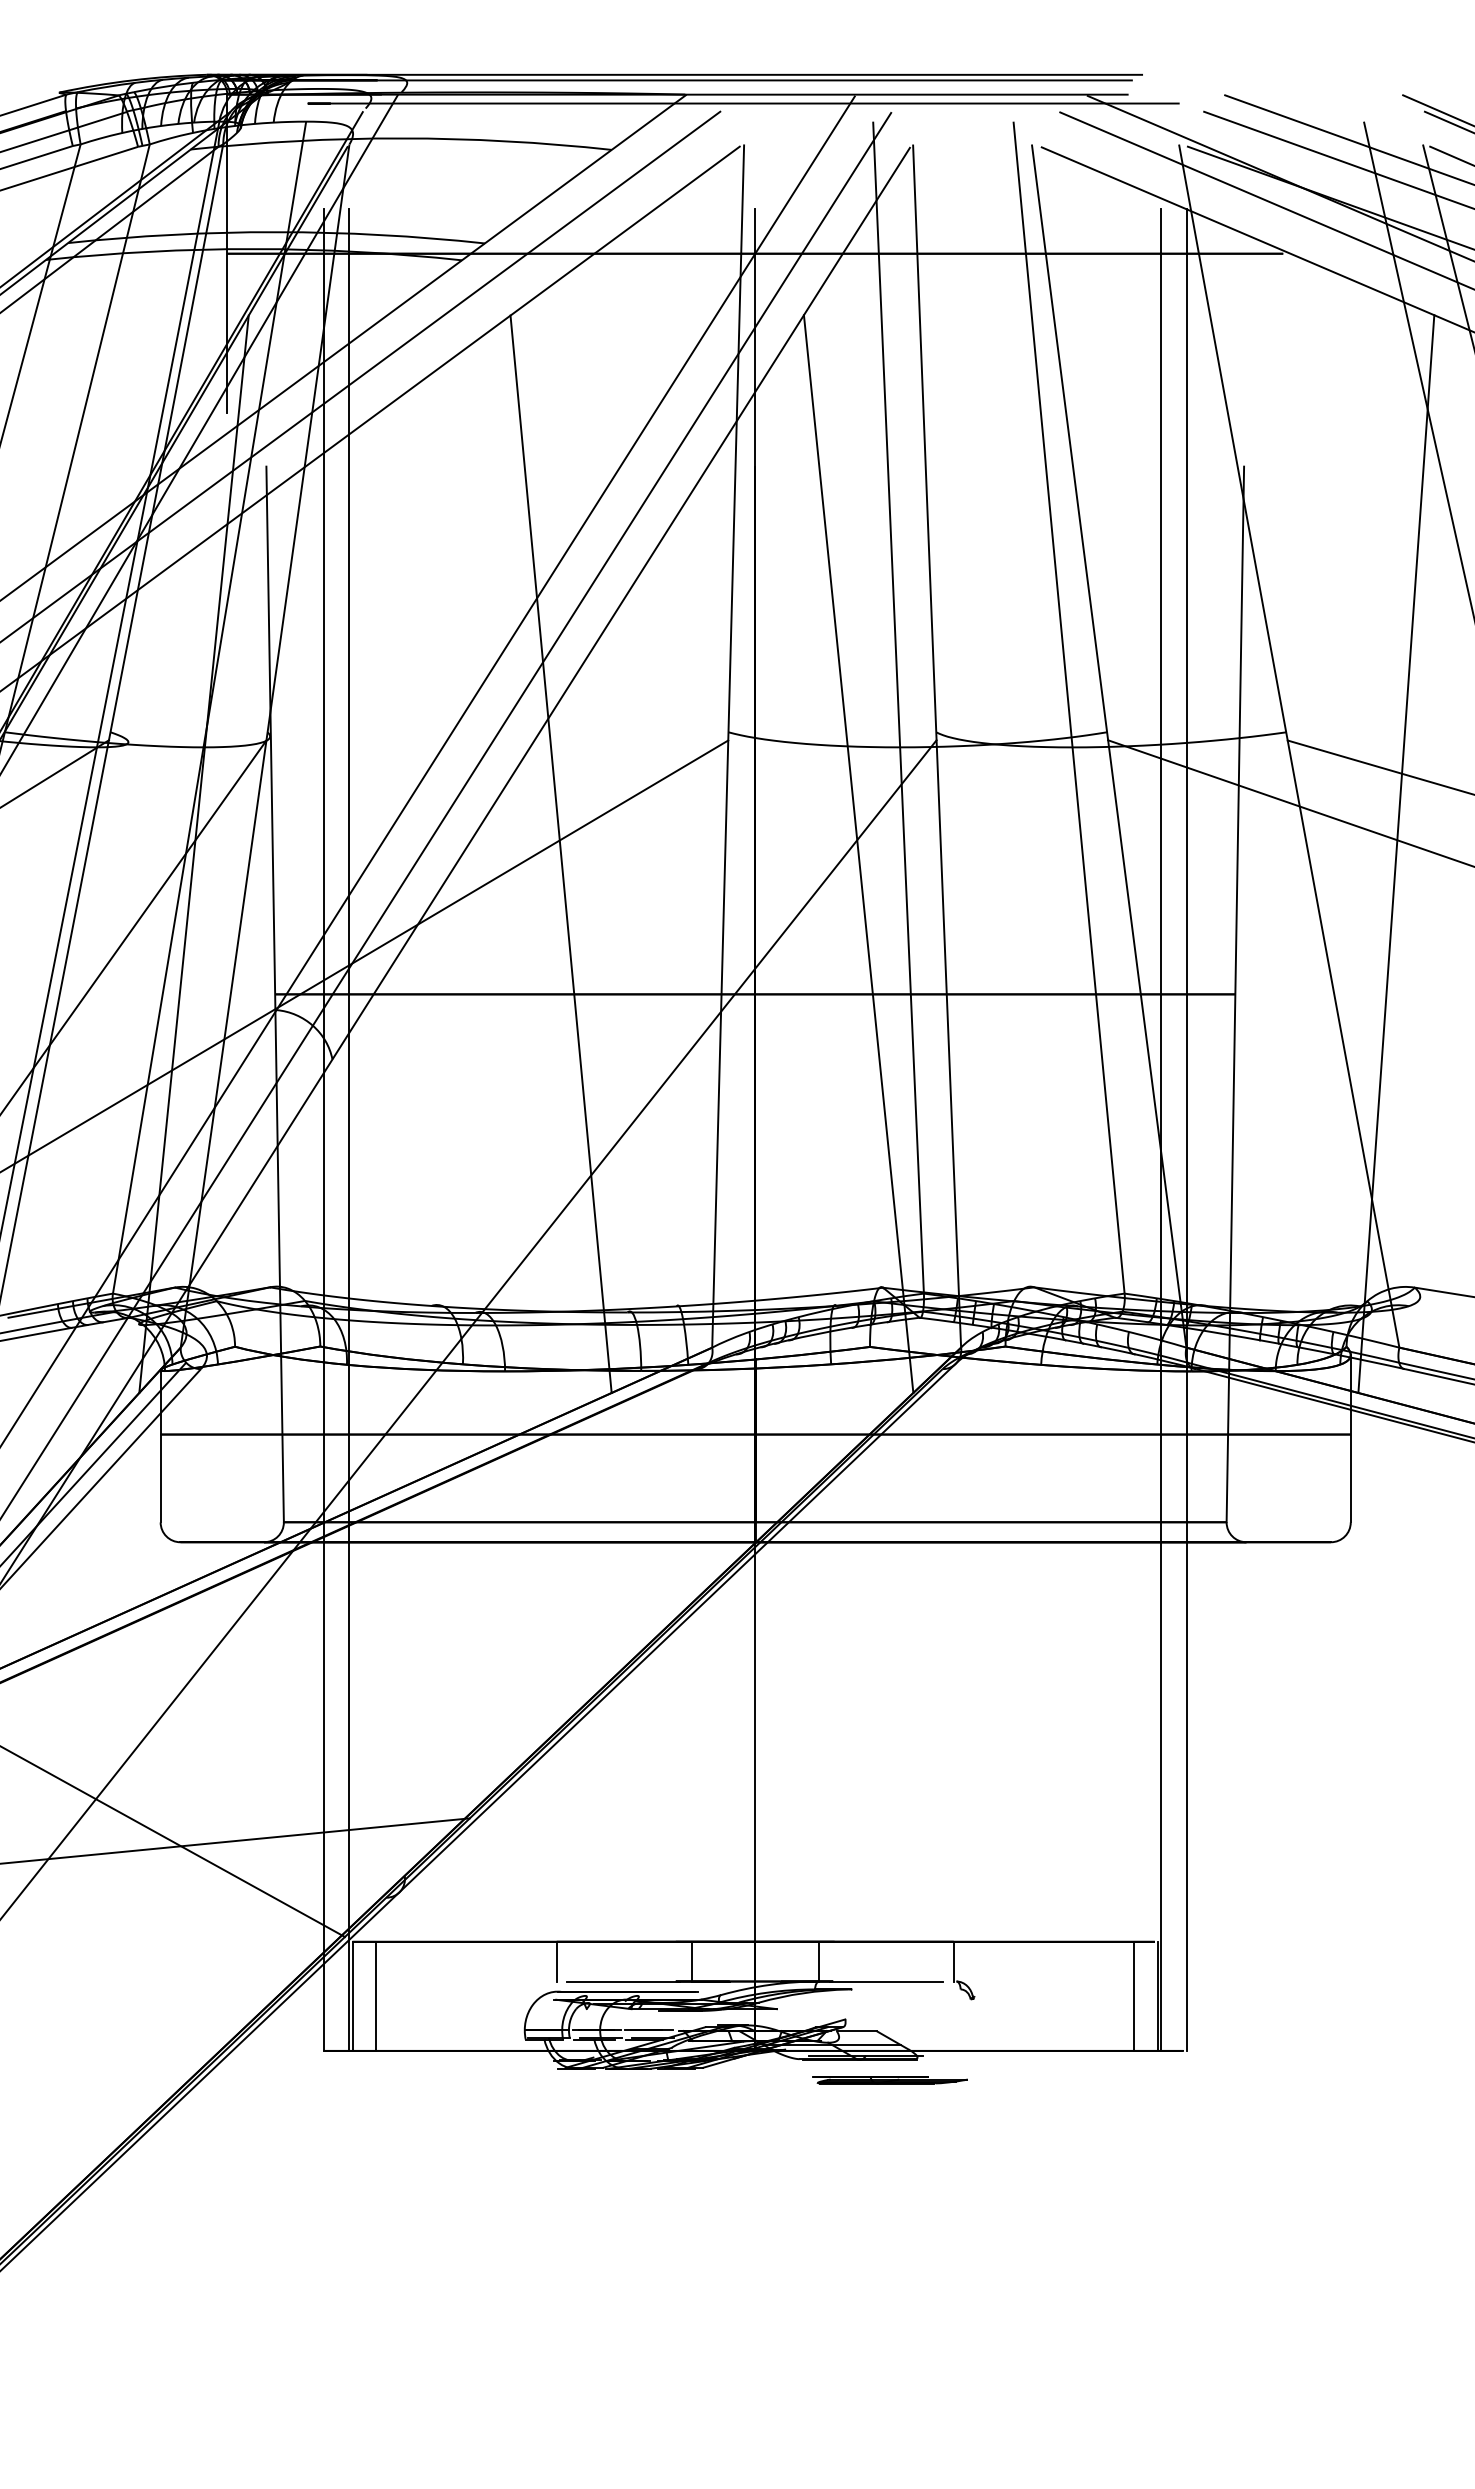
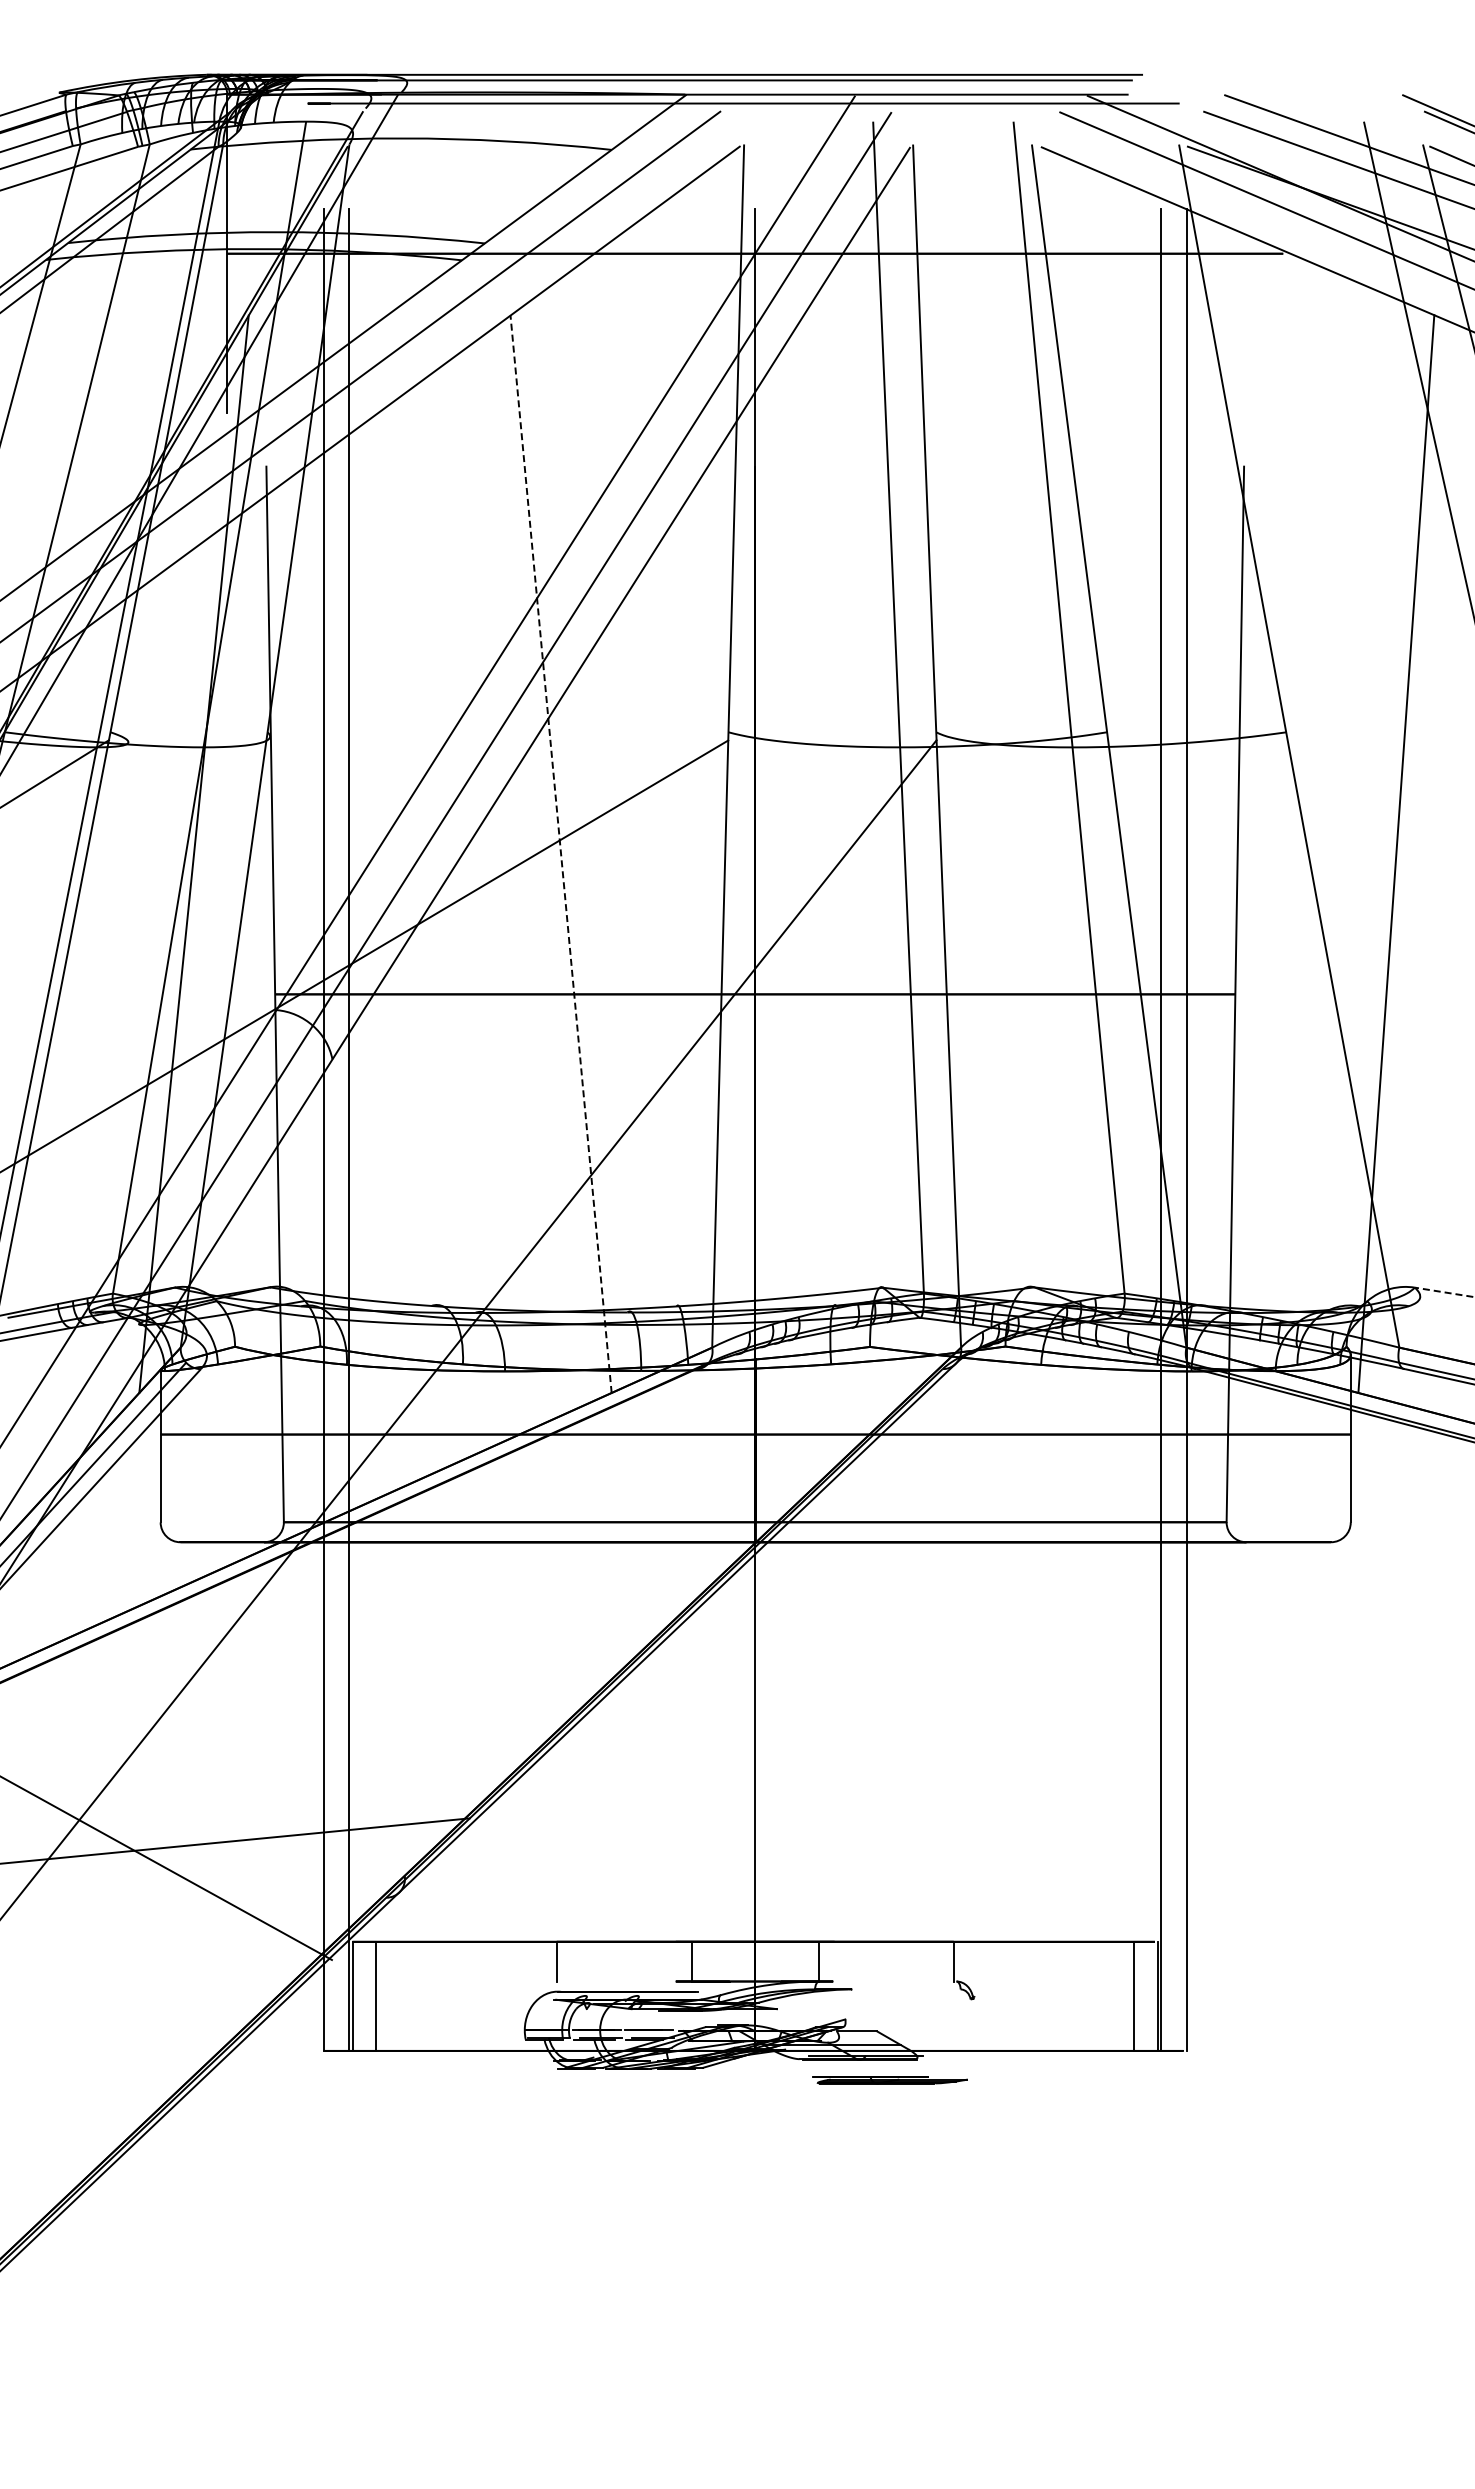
line at (1379, 766): present -> none
line at (1289, 802): present -> none
line at (561, 853): solid -> dashed
line at (858, 853): present -> none
line at (134, 926): present -> none
line at (1444, 1292): solid -> dashed
line at (173, 1841) position: (173, 1841) -> (166, 1868)
line at (623, 1981): present -> none
line at (886, 1981): present -> none
